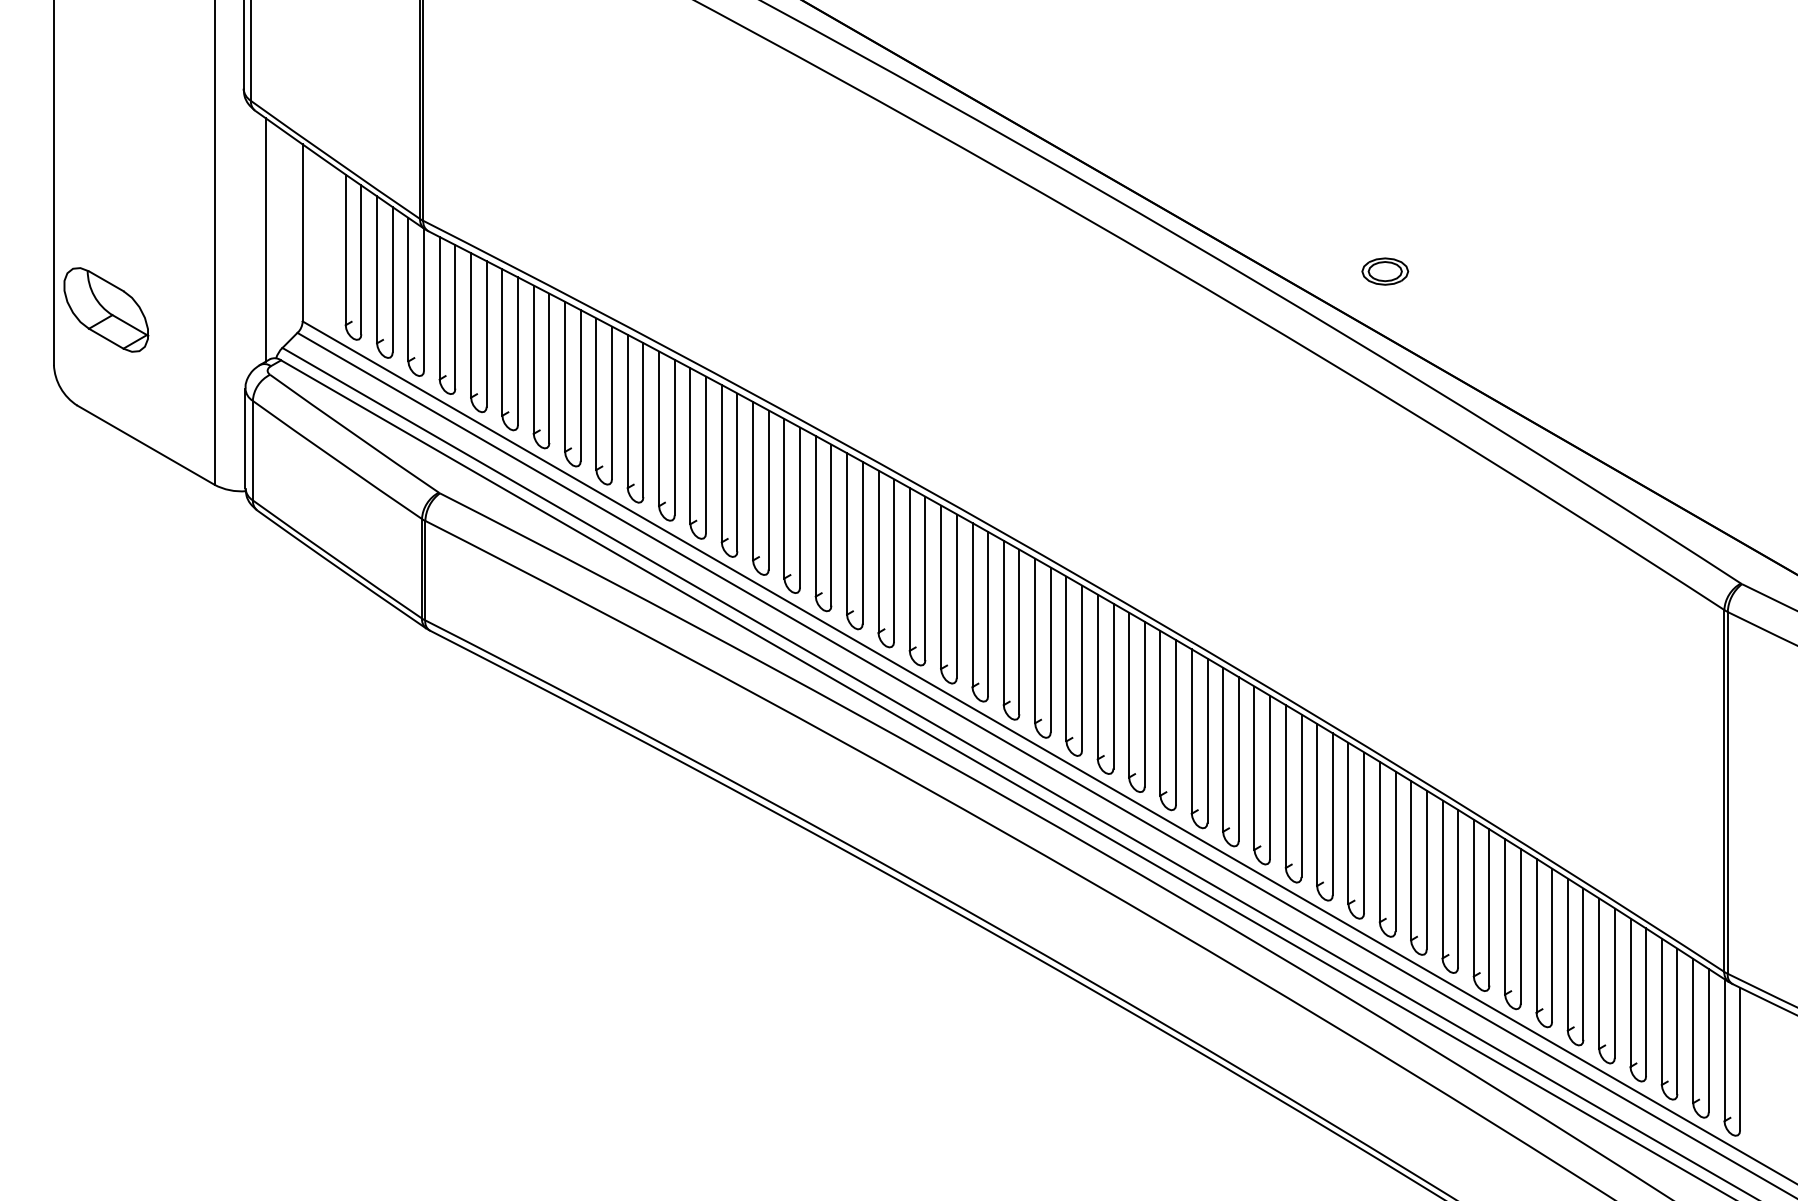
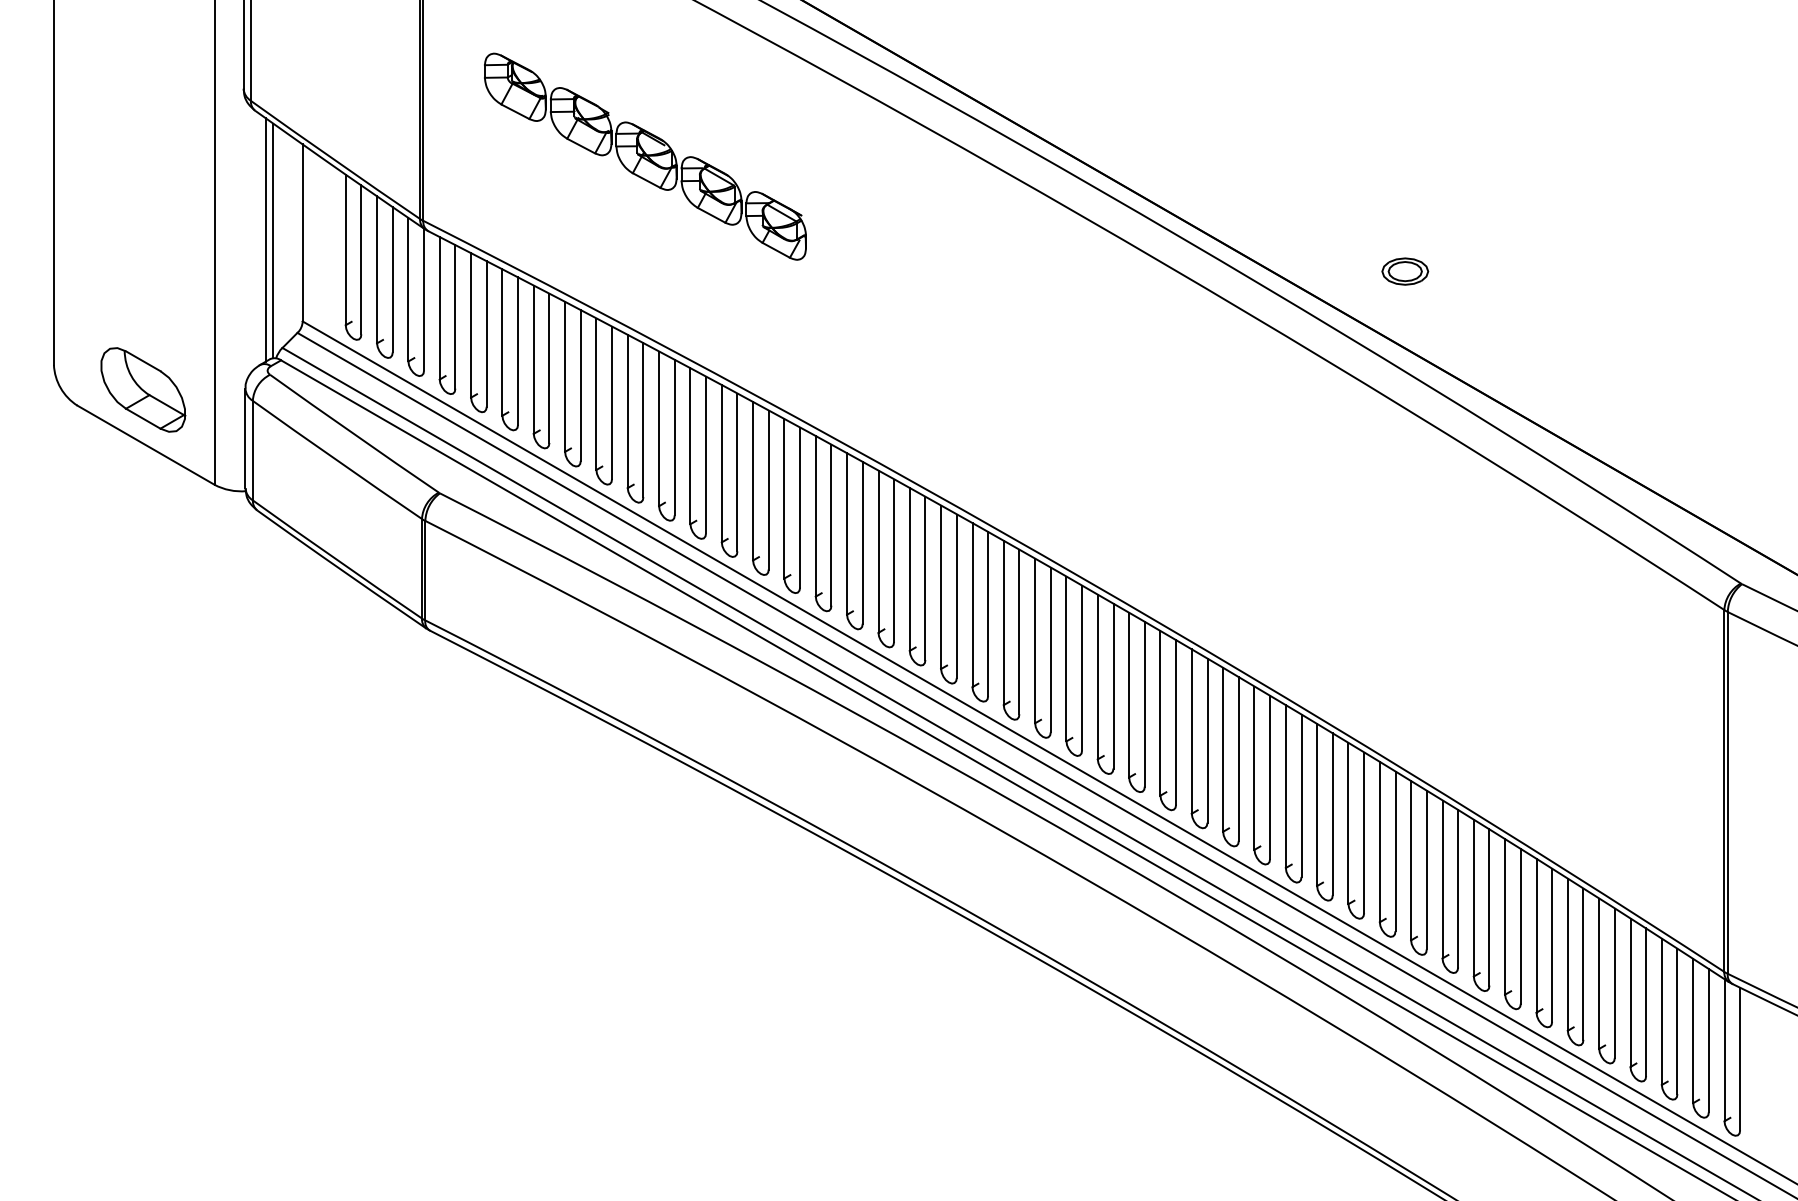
part at (645, 156): none -> present
line at (273, 240): none -> present
part at (1385, 271) position: (1385, 271) -> (1405, 271)
part at (106, 309) position: (106, 309) -> (143, 389)
